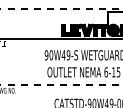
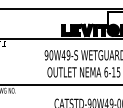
line at (61, 8): dashed -> solid
line at (61, 84): dashed -> solid
